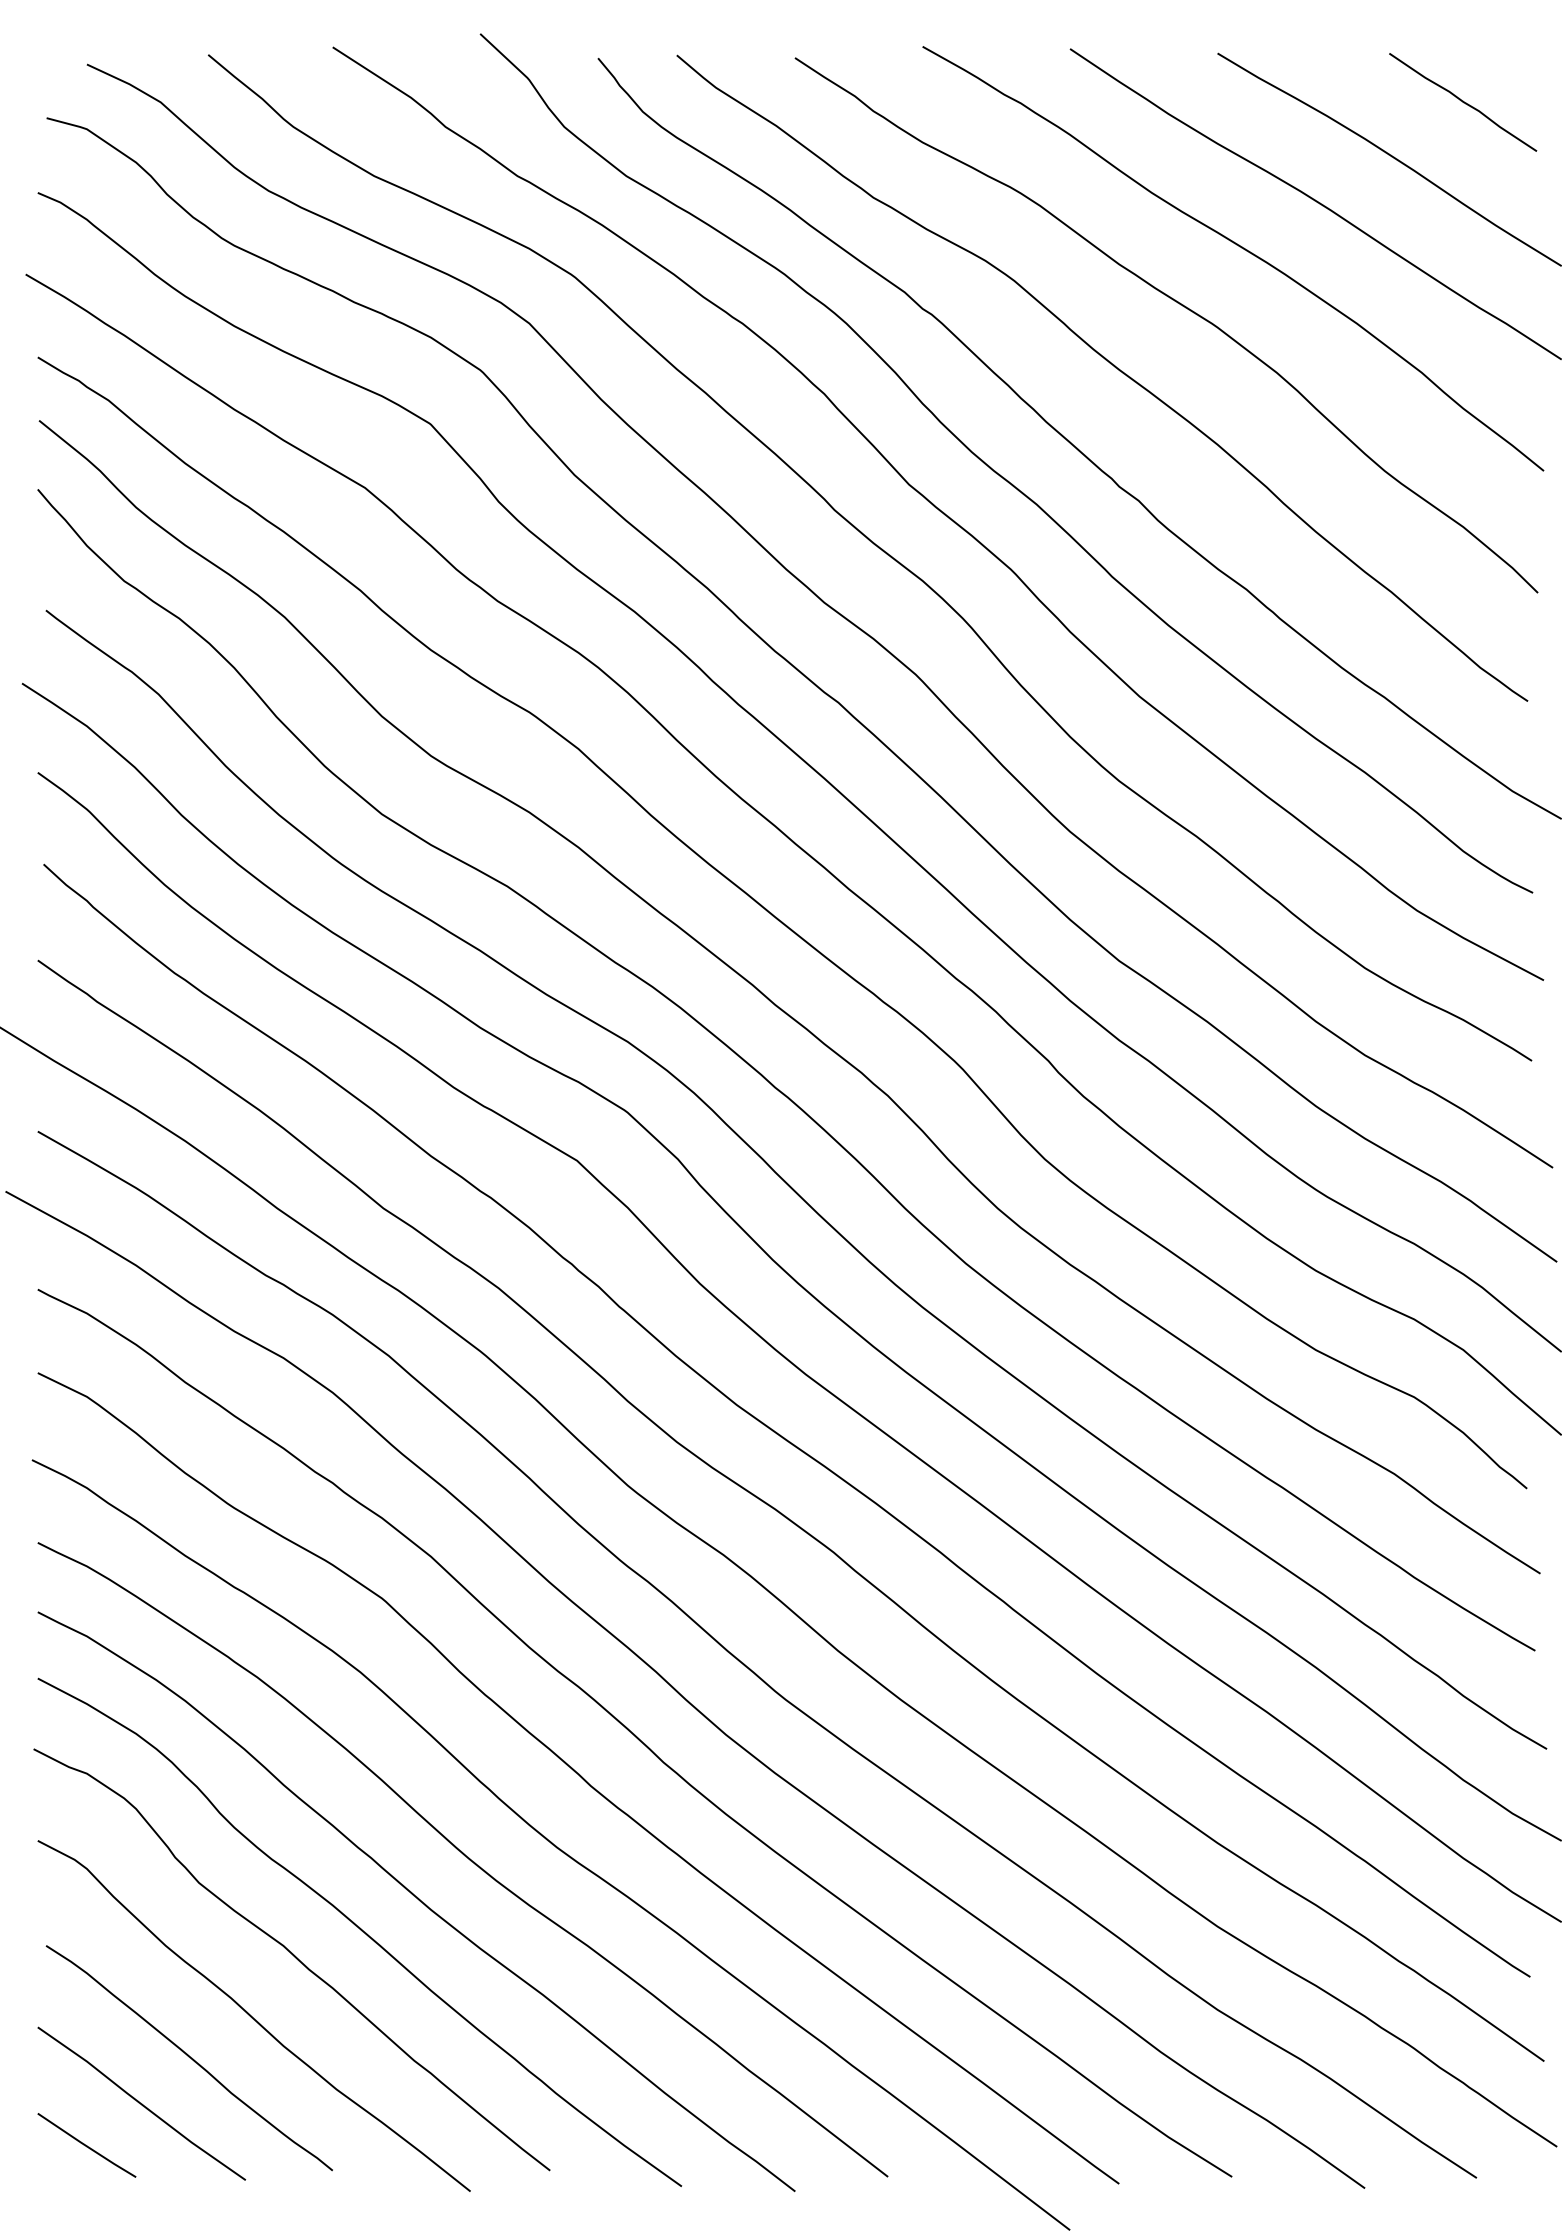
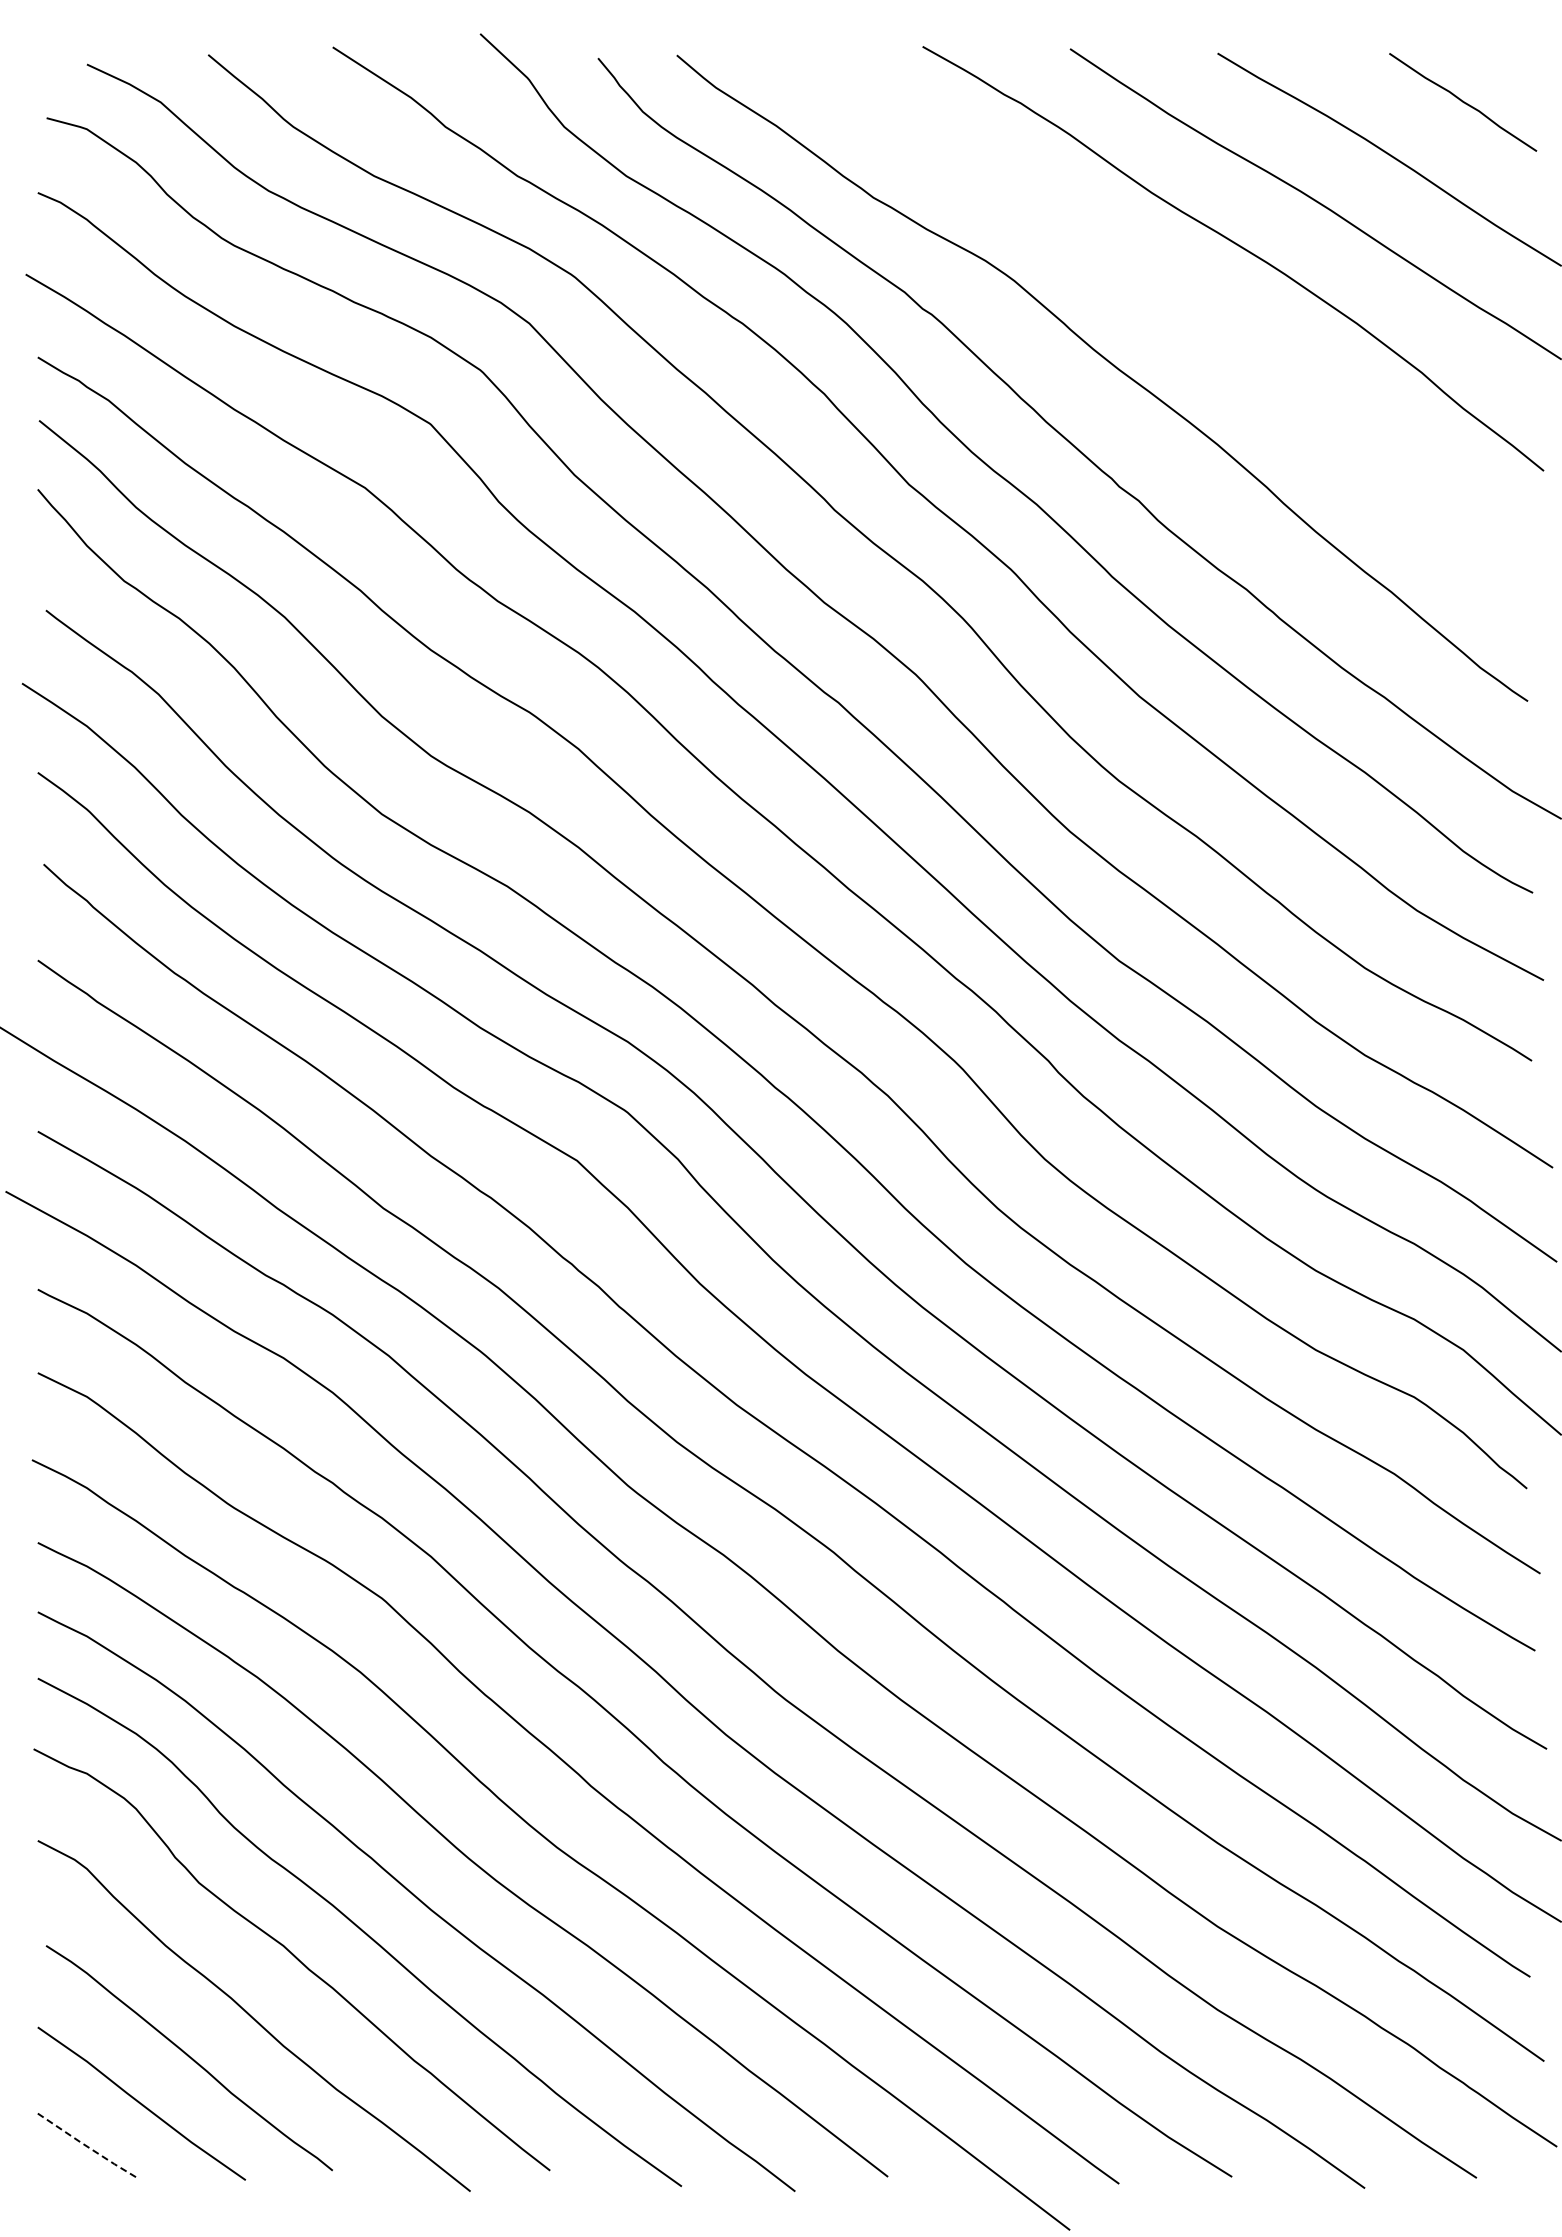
curve at (1180, 305): present -> none
line at (87, 2146): solid -> dashed
